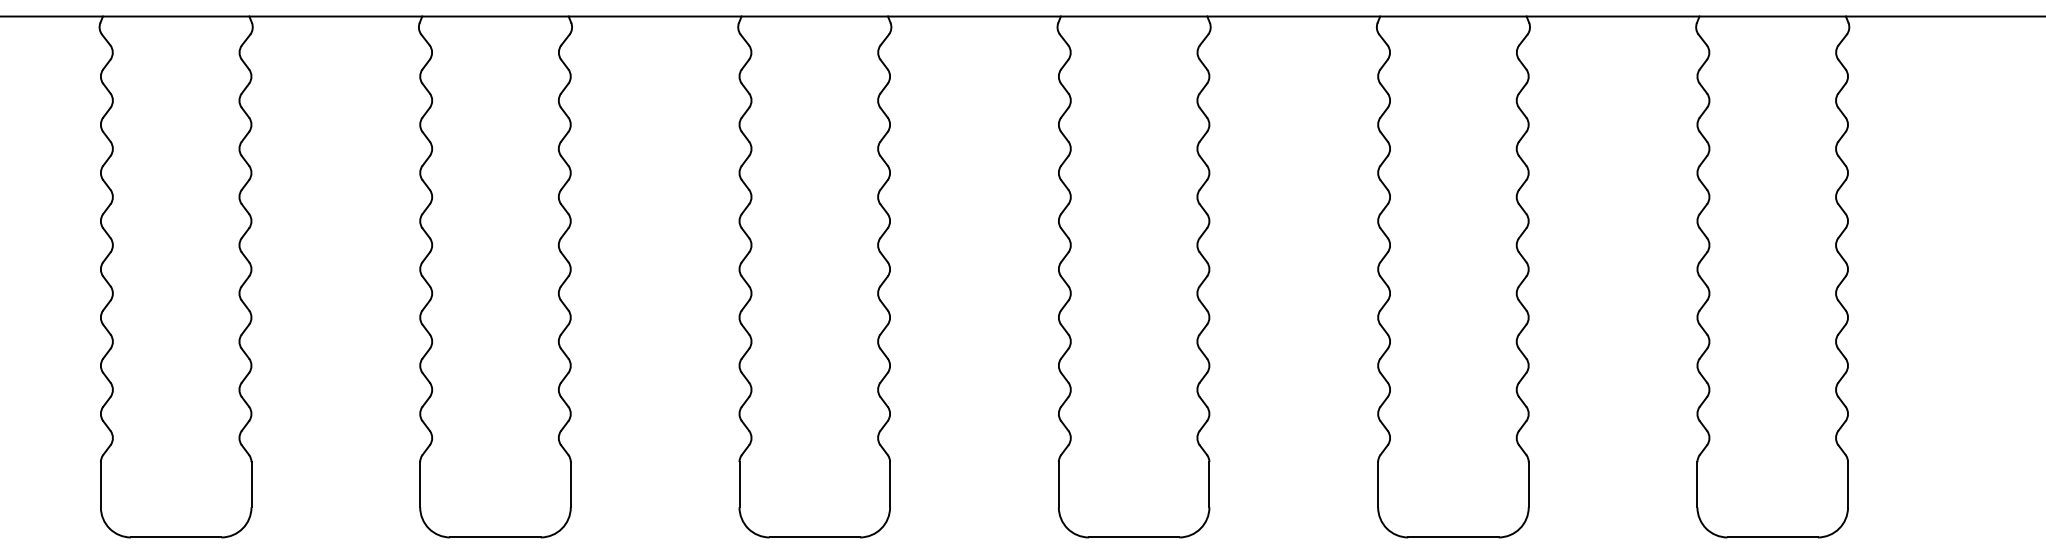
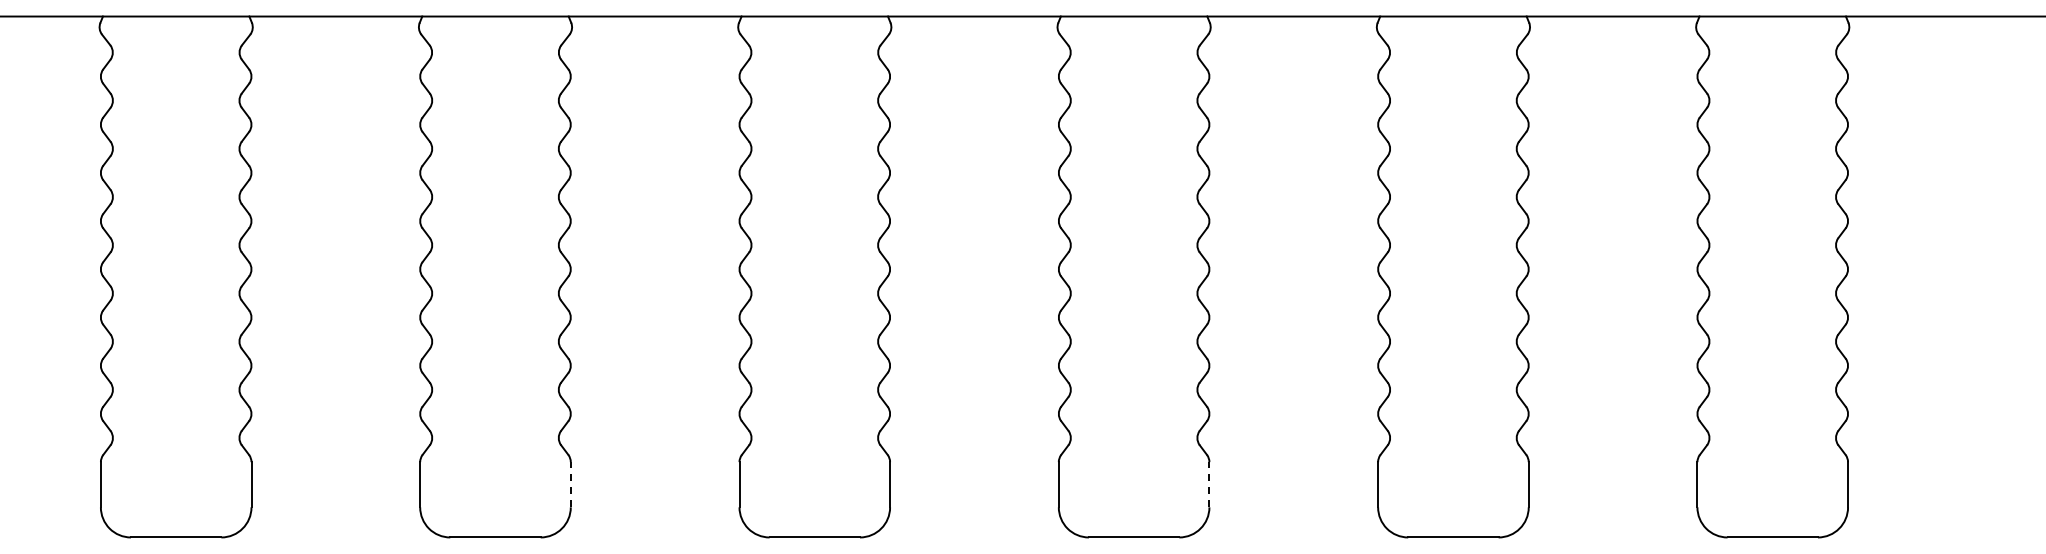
line at (570, 484): solid -> dashed
line at (1209, 484): solid -> dashed
